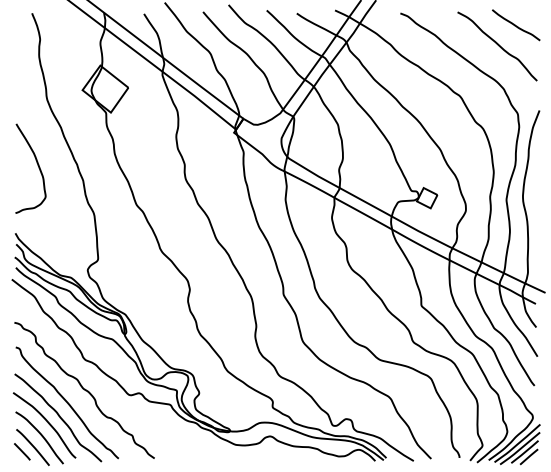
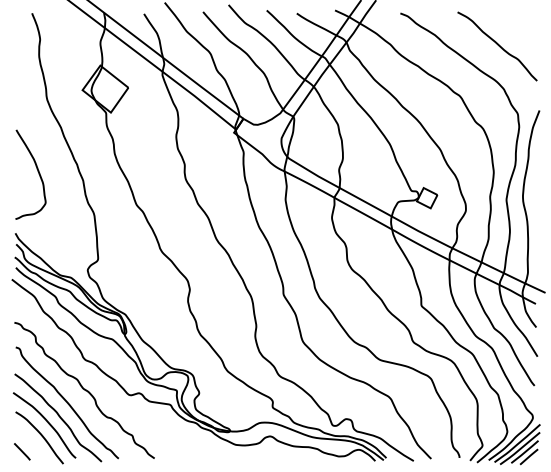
curve at (516, 25): present -> none
curve at (37, 165) position: (37, 165) -> (37, 171)
line at (32, 446): present -> none
